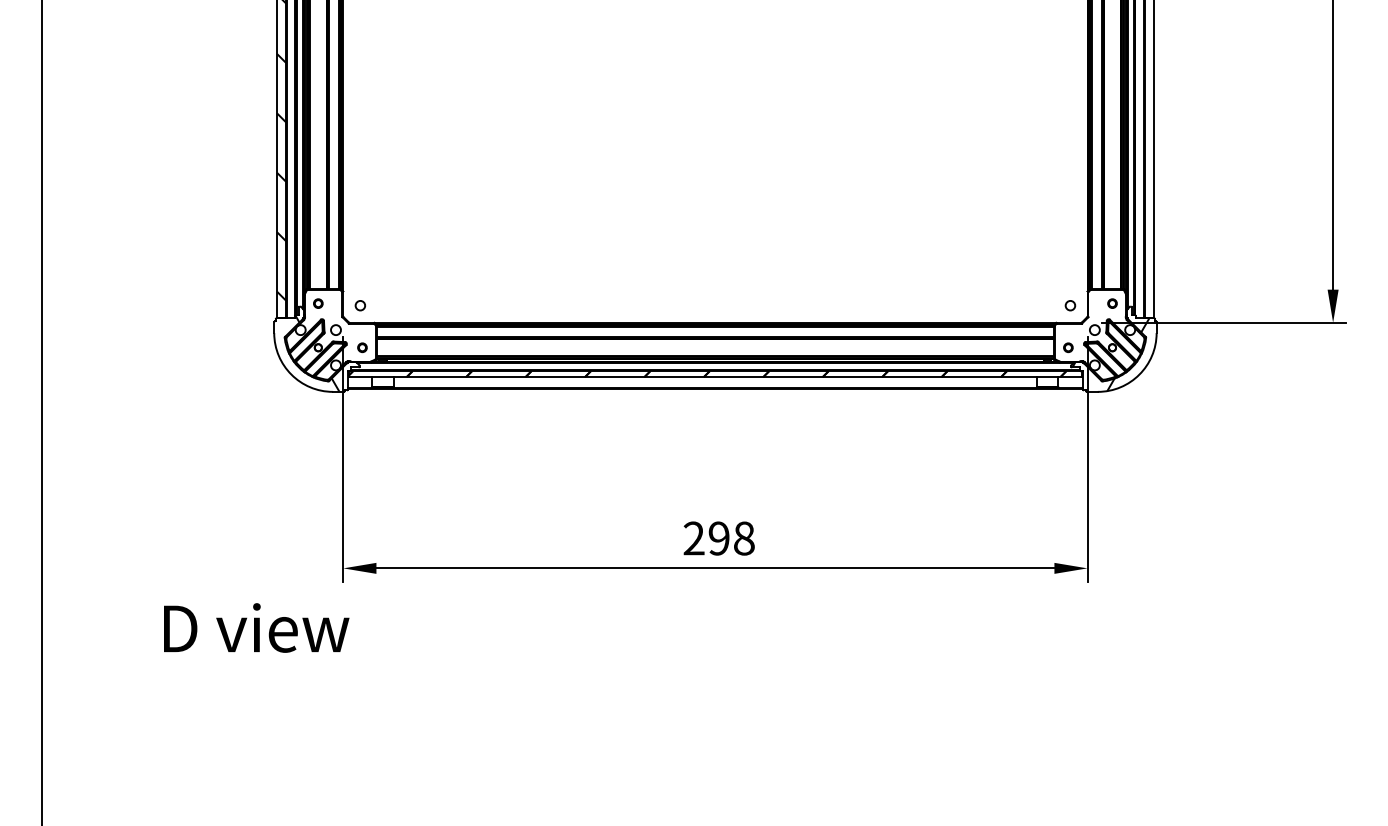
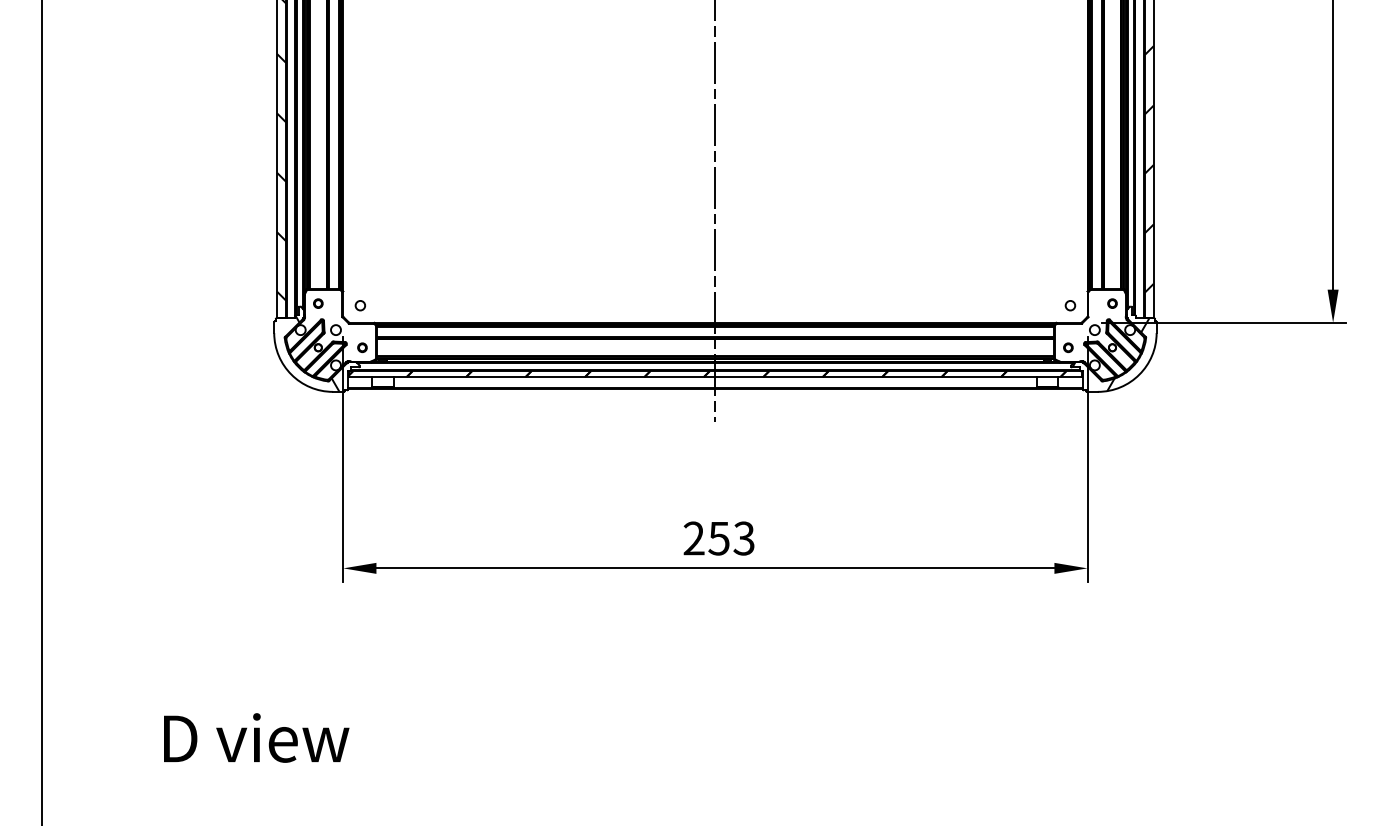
hatch at (1148, 169): none -> present
line at (715, 212): none -> present
text at (731, 538): 298 -> 253
text at (256, 627) position: (256, 627) -> (256, 737)
